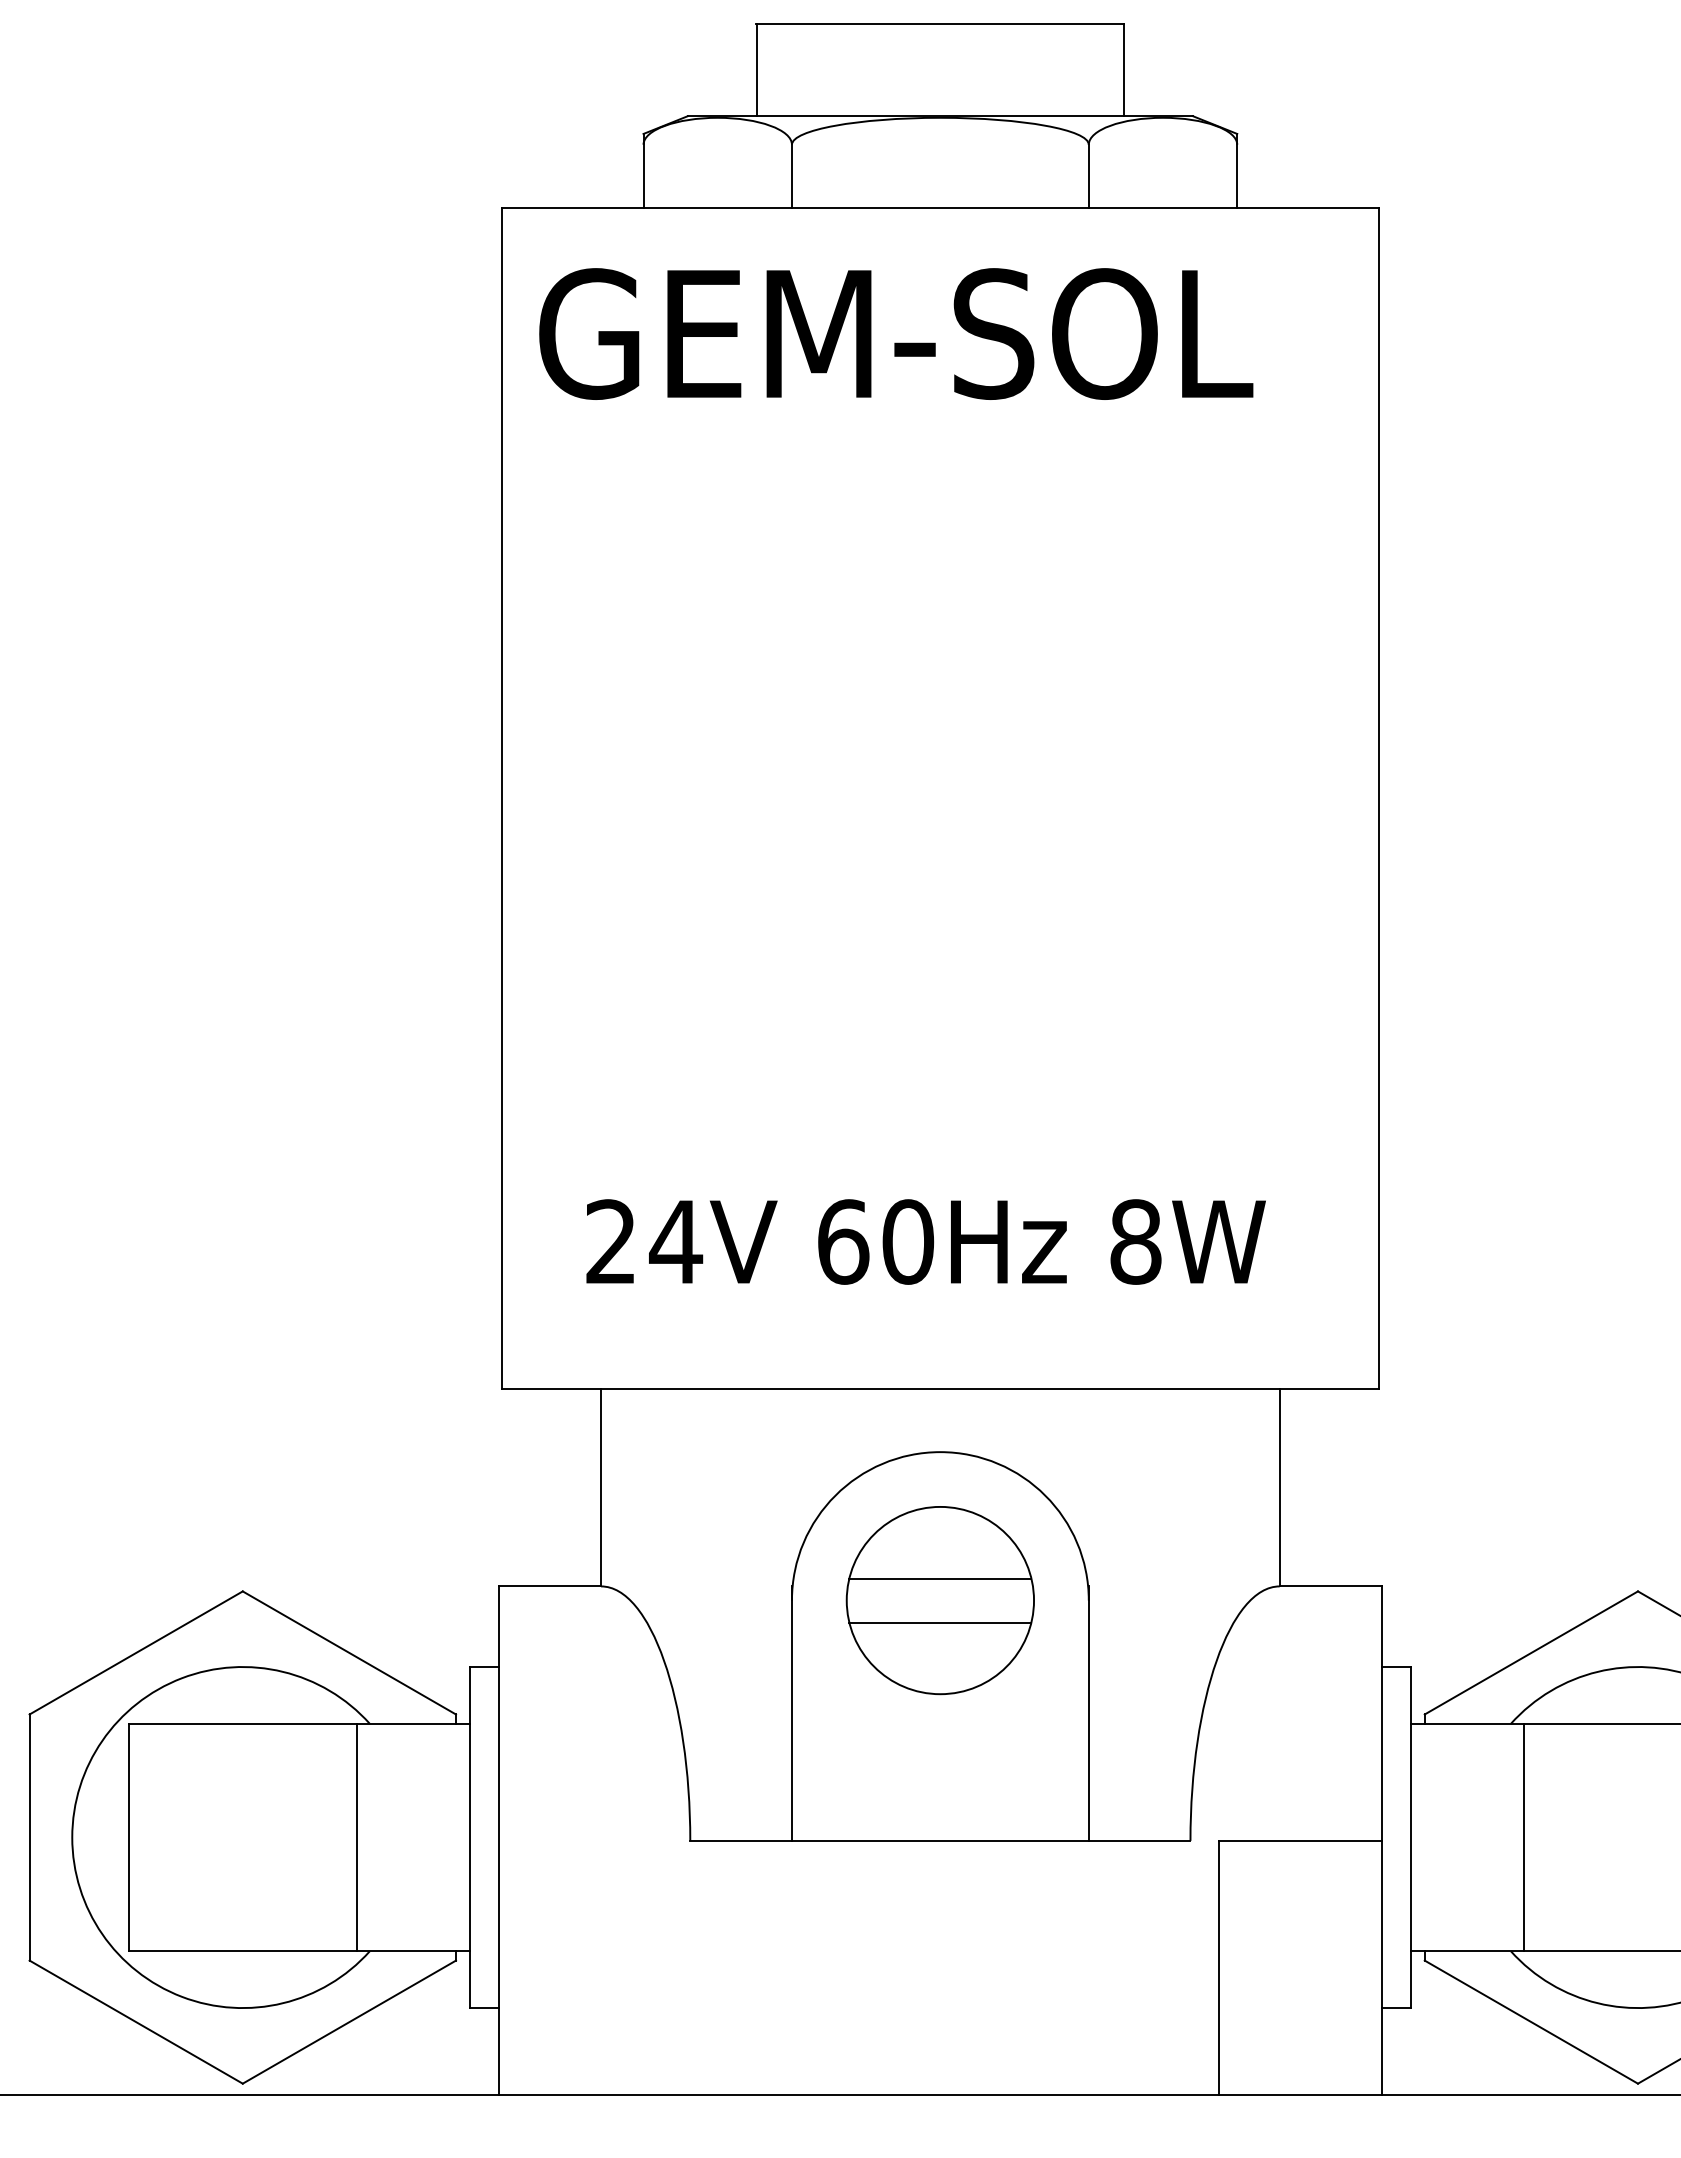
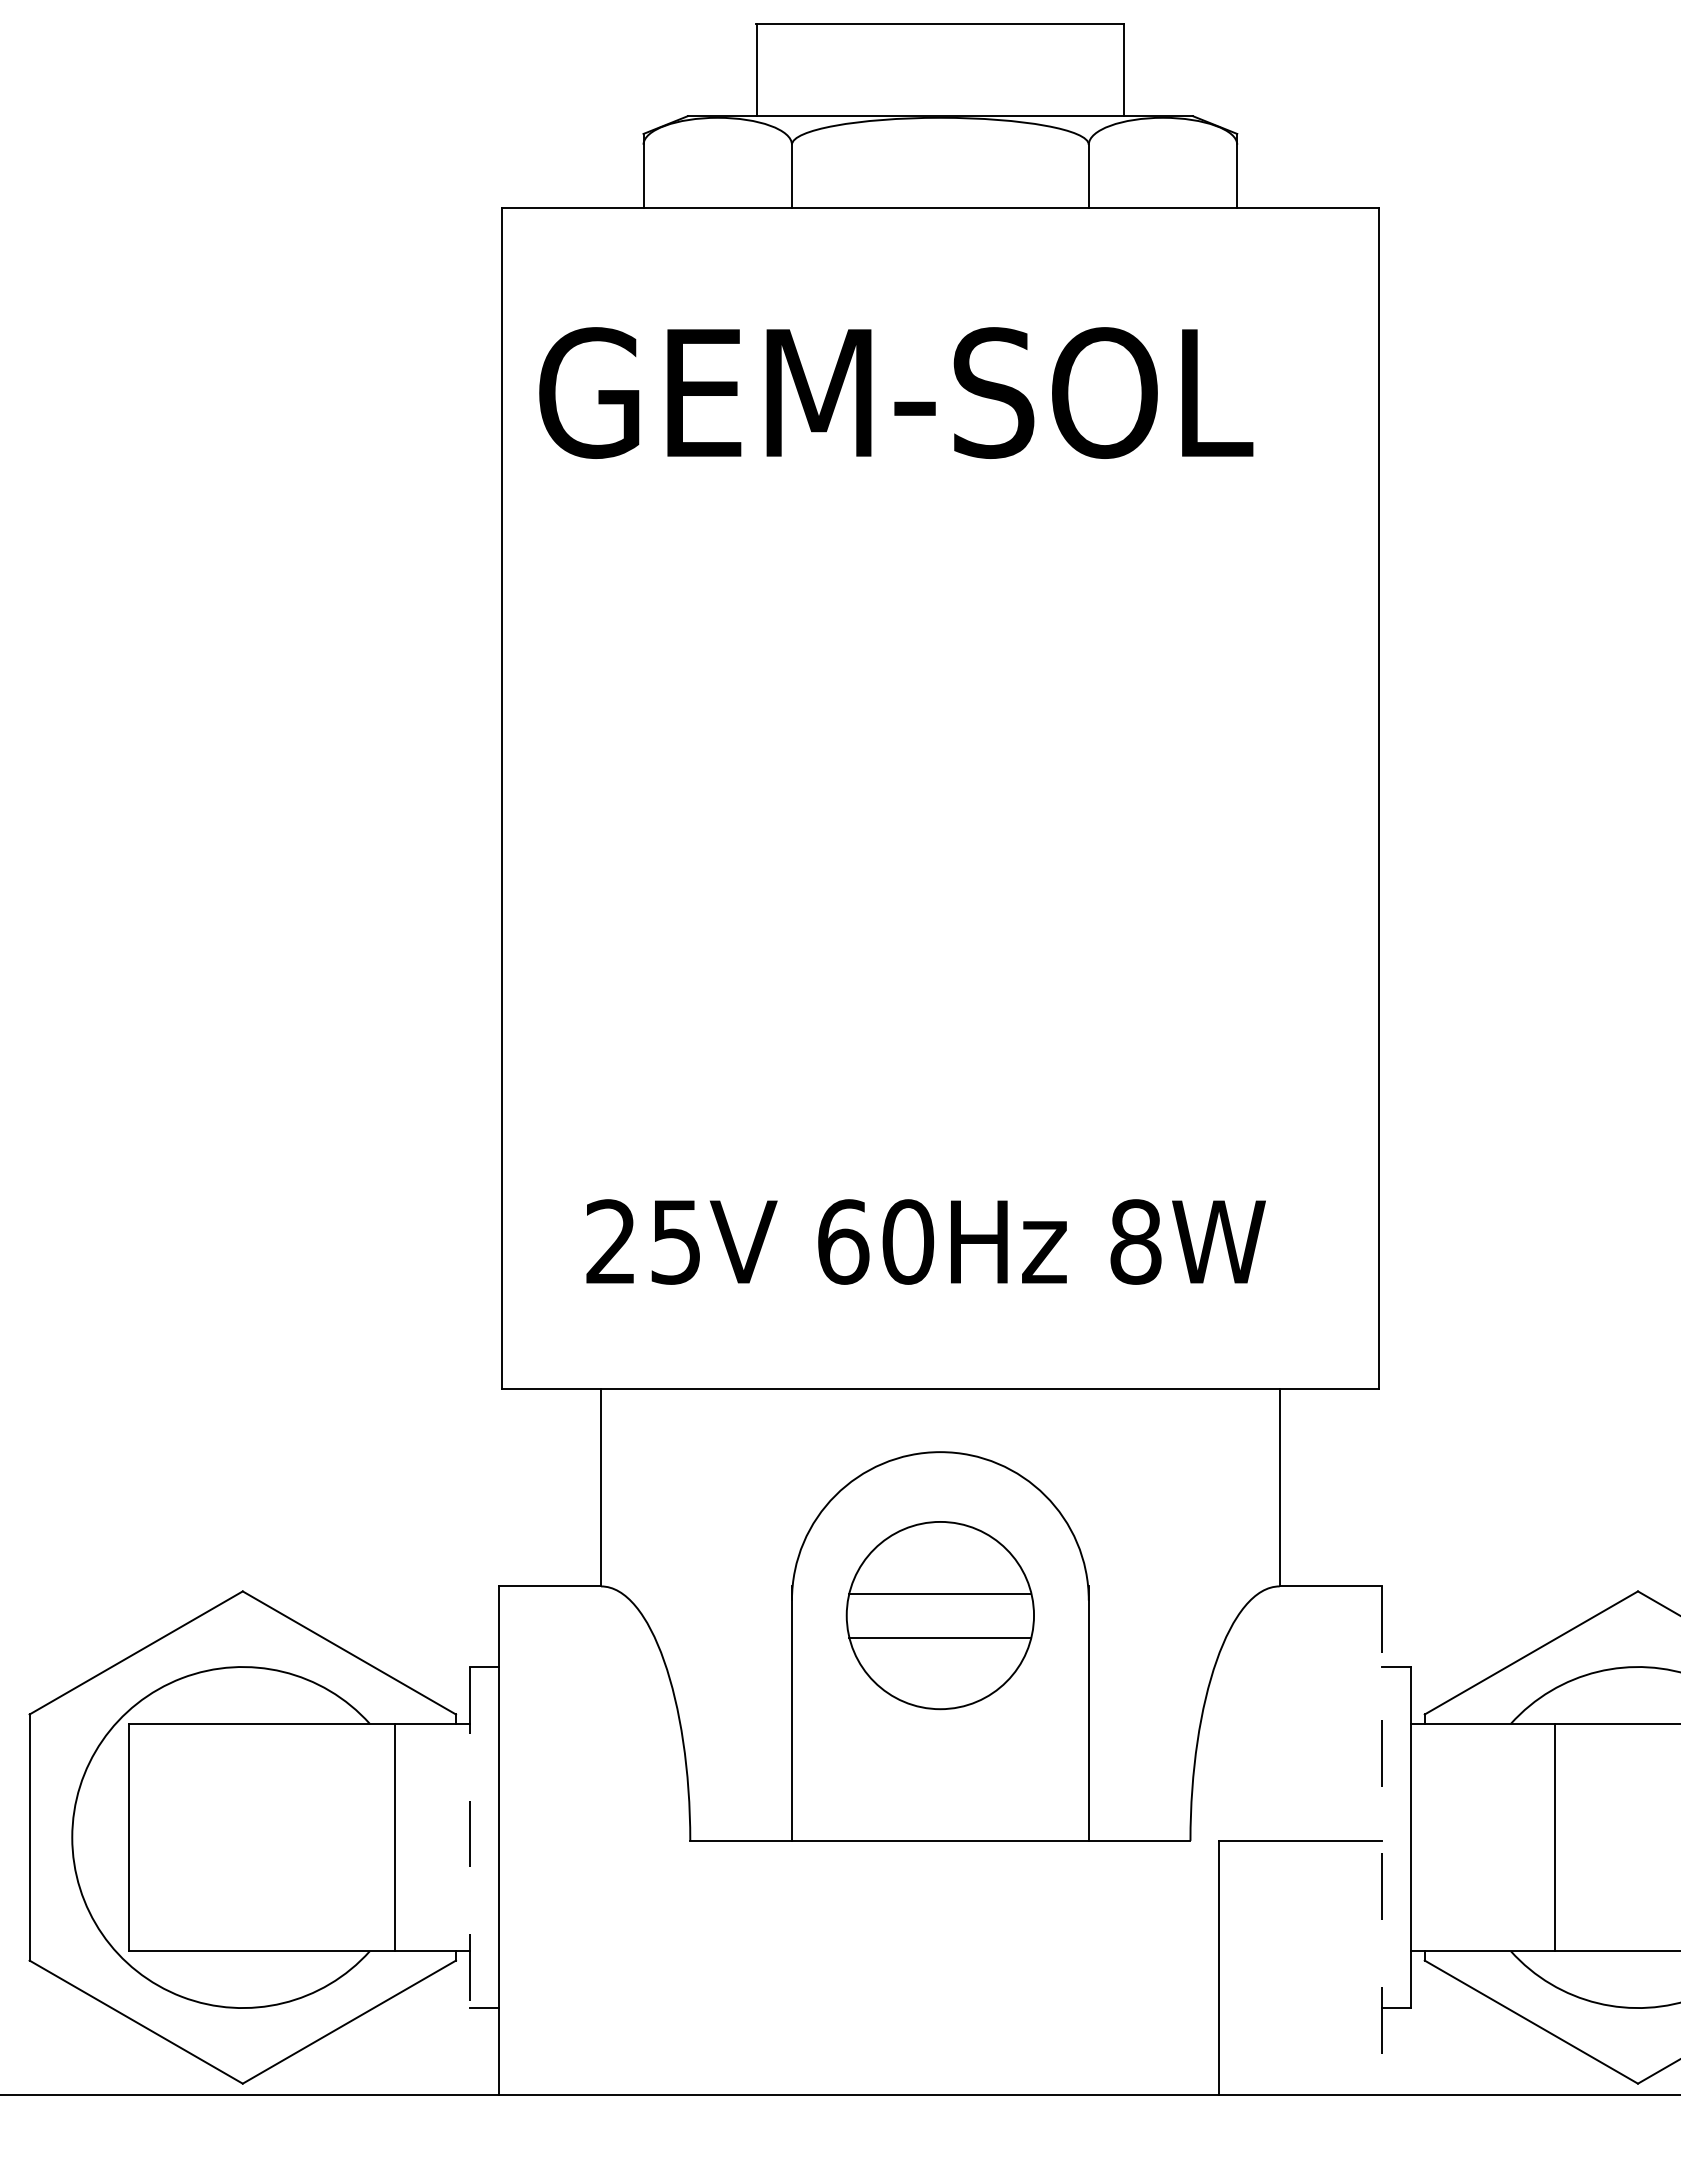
text at (896, 333) position: (896, 333) -> (896, 392)
text at (676, 1242): 24V -> 25V
part at (939, 1600) position: (939, 1600) -> (939, 1615)
line at (356, 1837) position: (356, 1837) -> (394, 1837)
line at (470, 1837): solid -> dashed
line at (1524, 1837) position: (1524, 1837) -> (1555, 1837)
line at (1382, 1841): solid -> dashed
